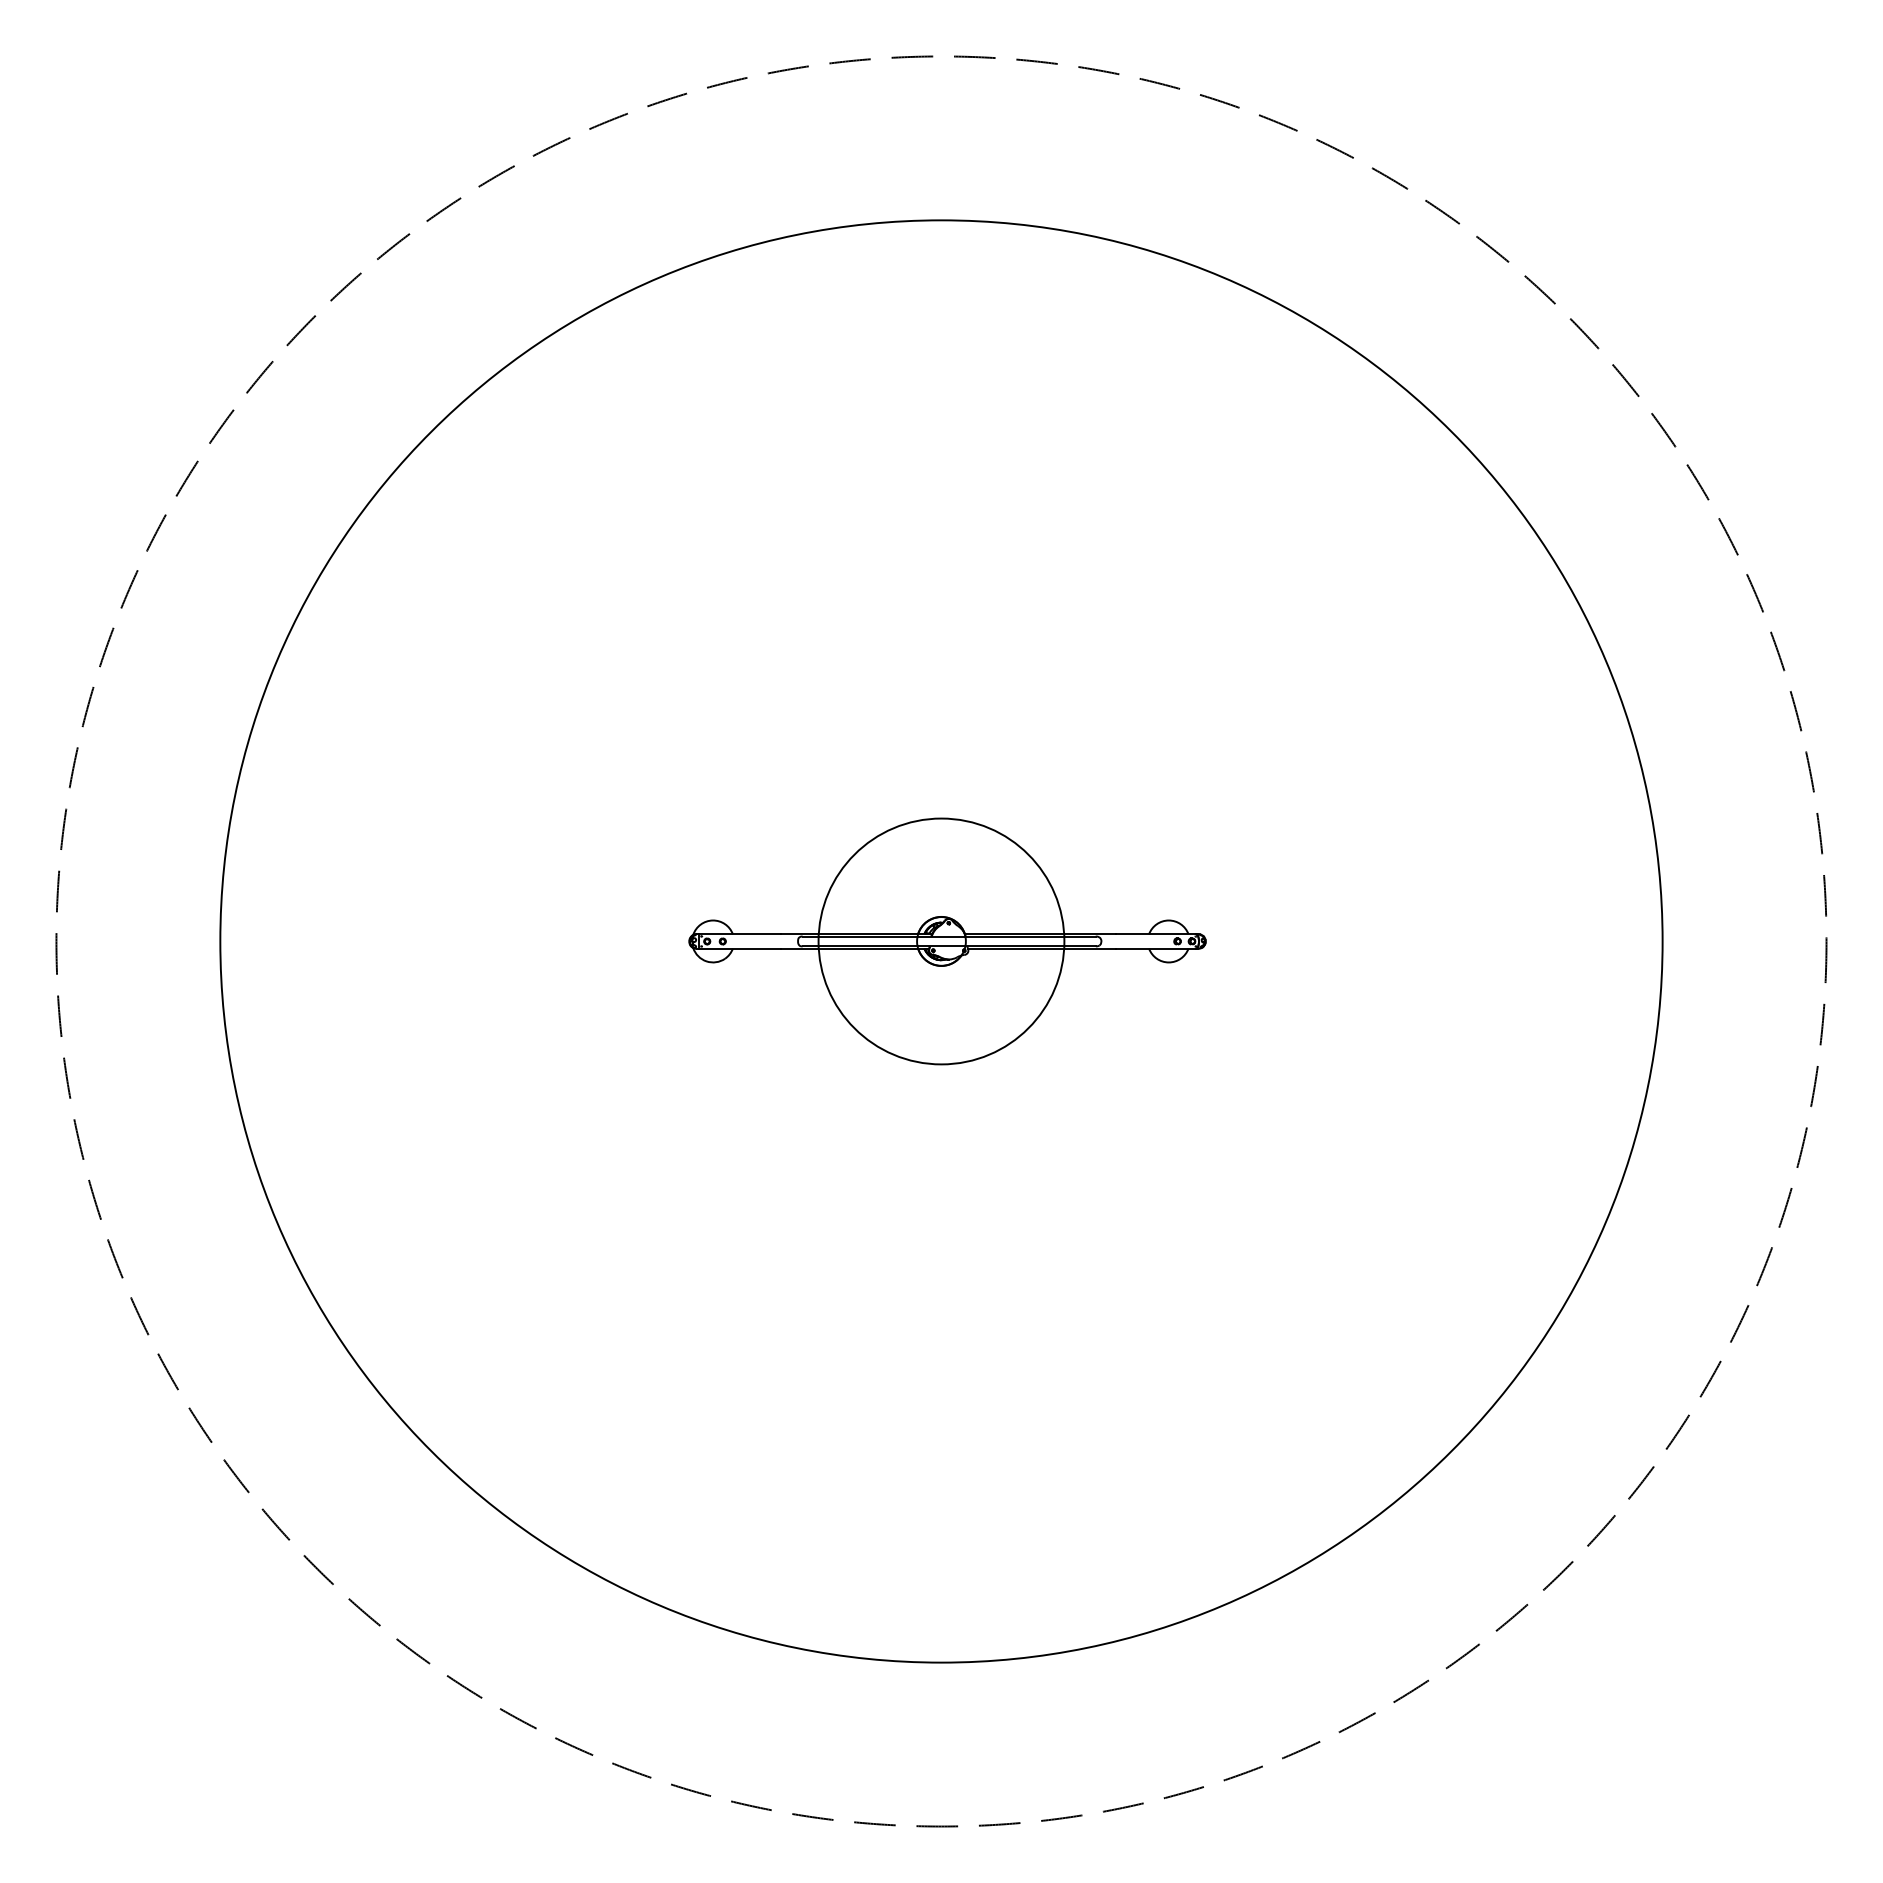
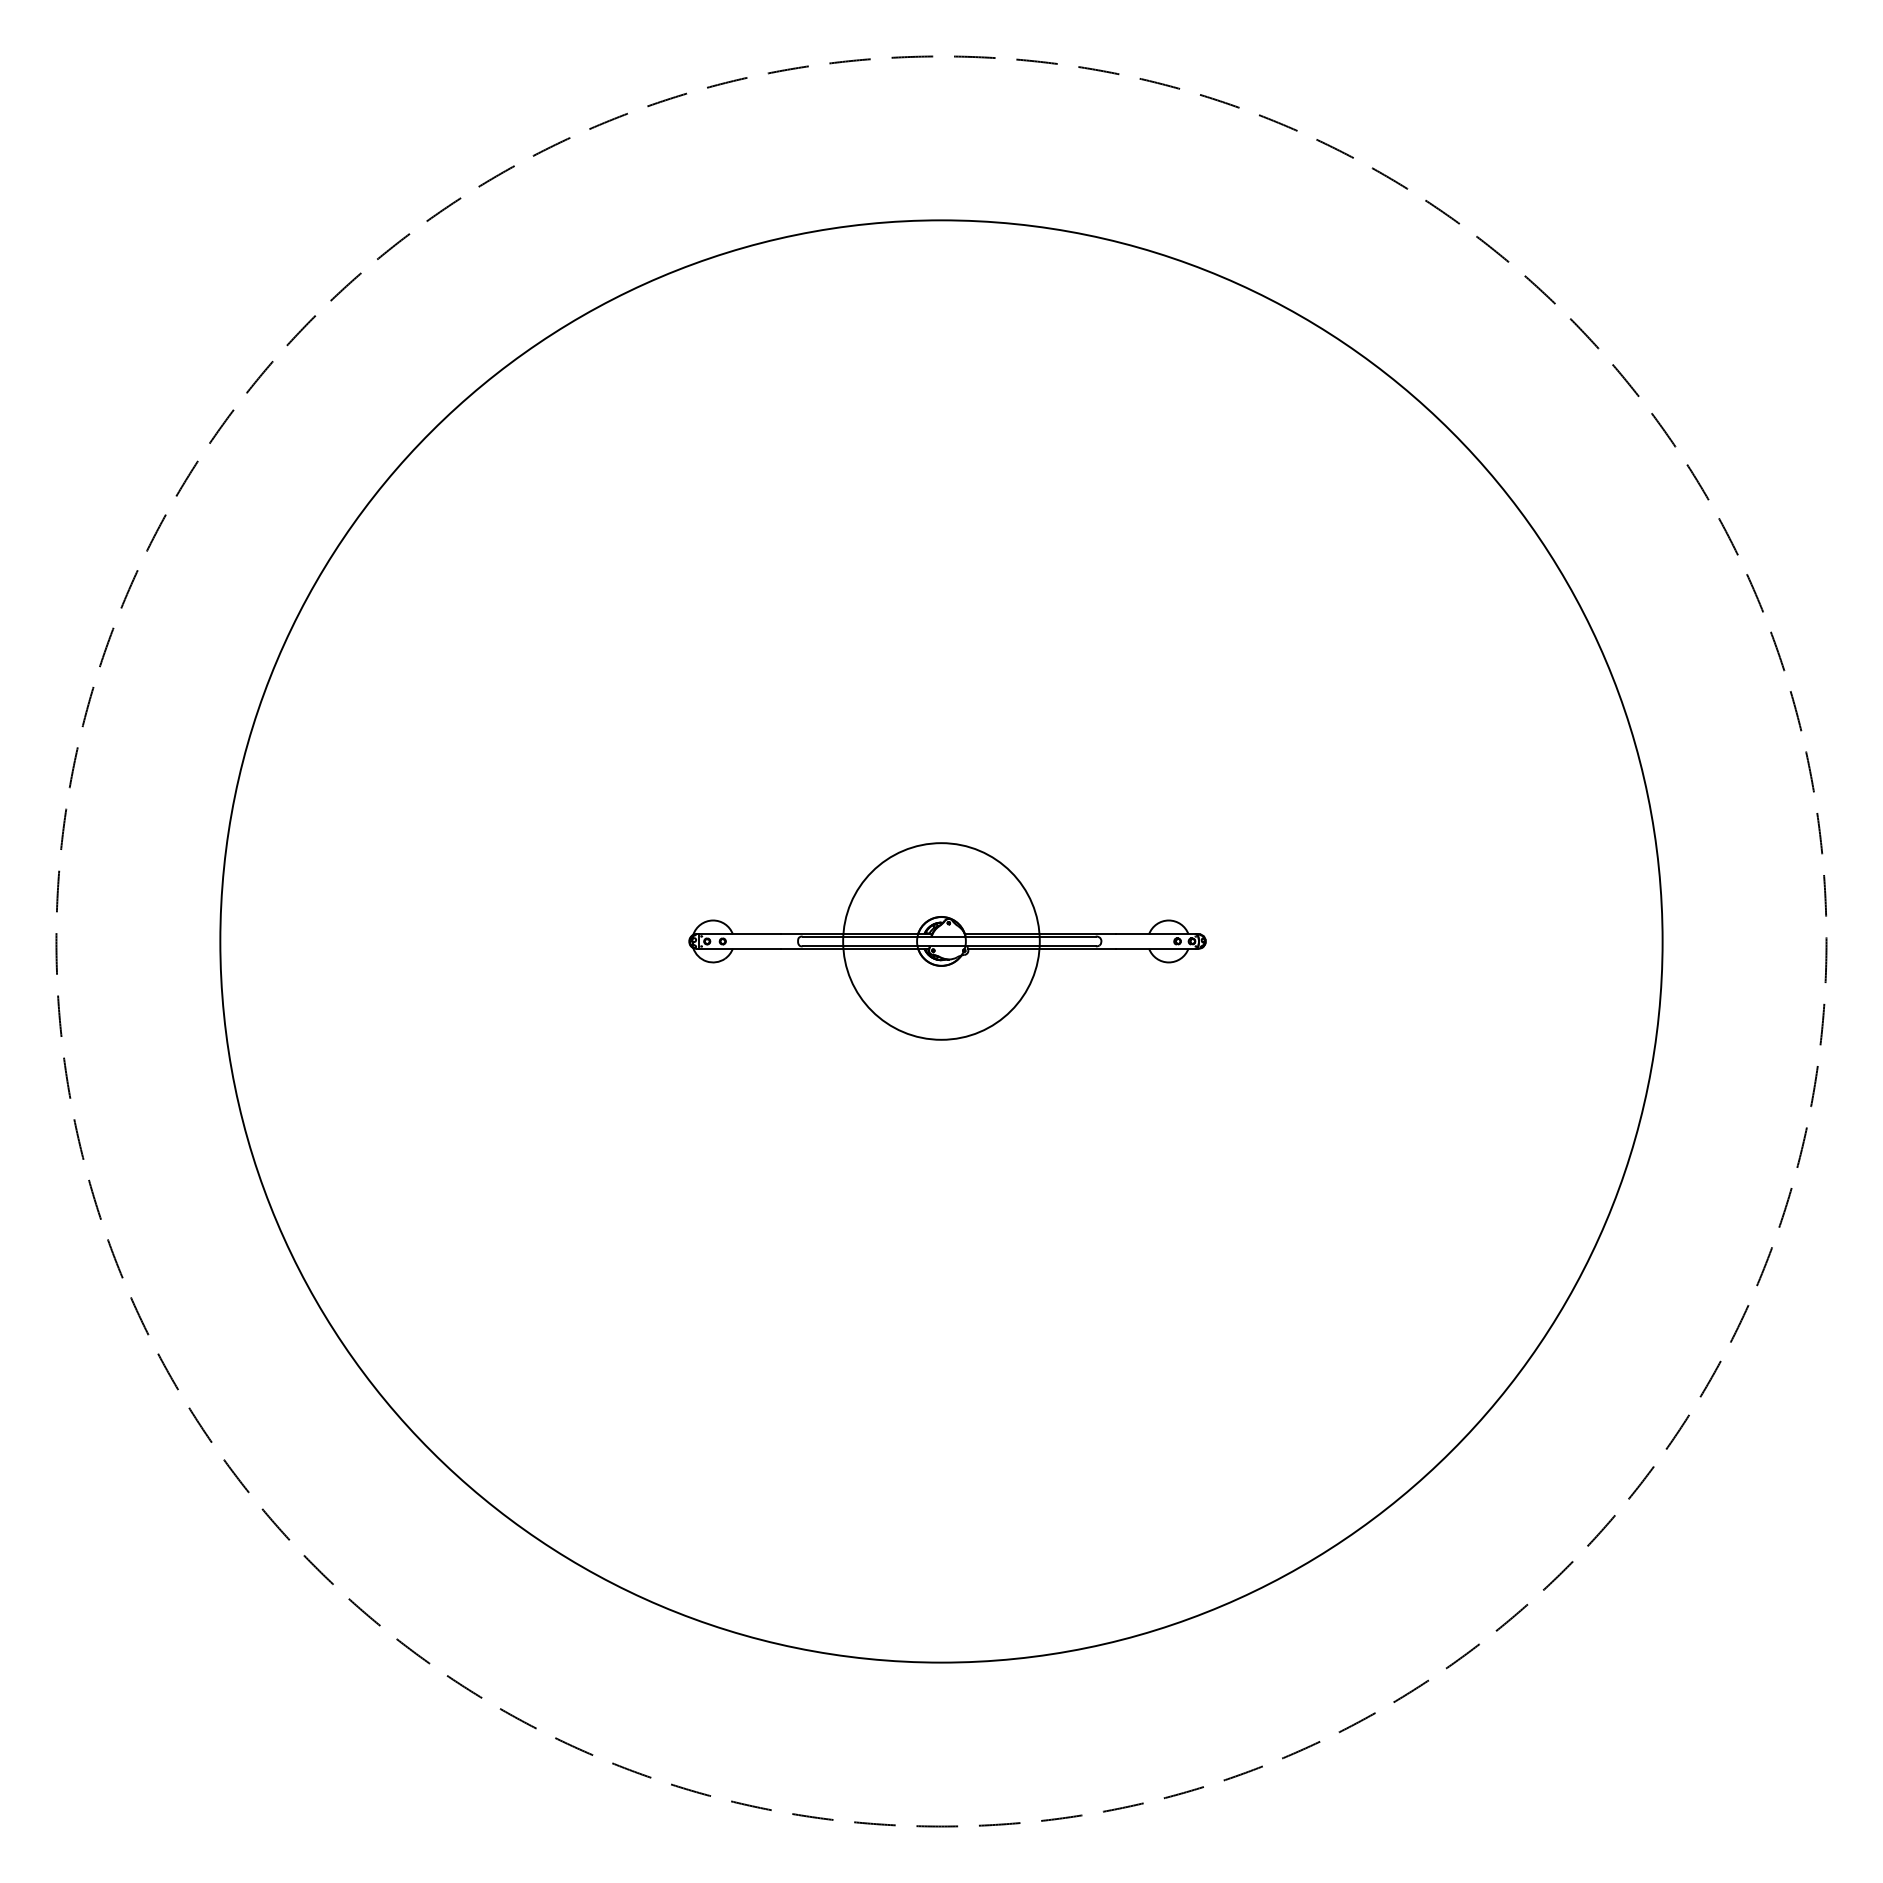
circle at (941, 941) diameter: 246 px -> 197 px
